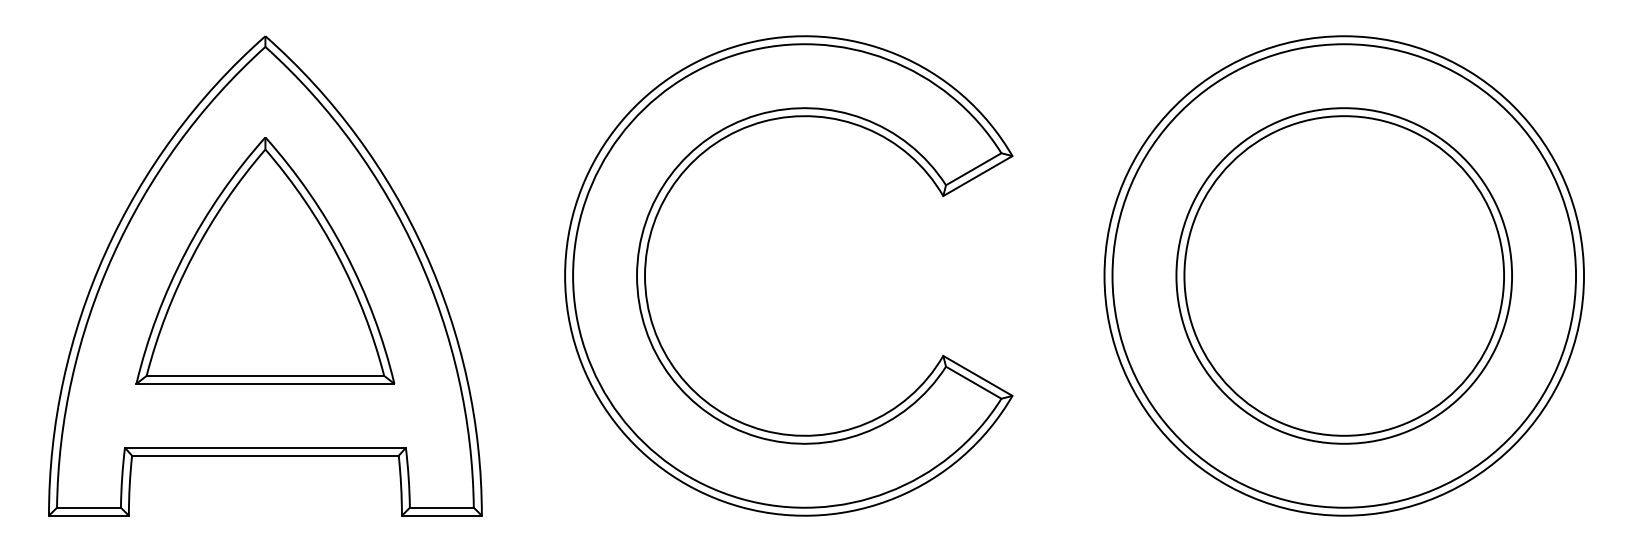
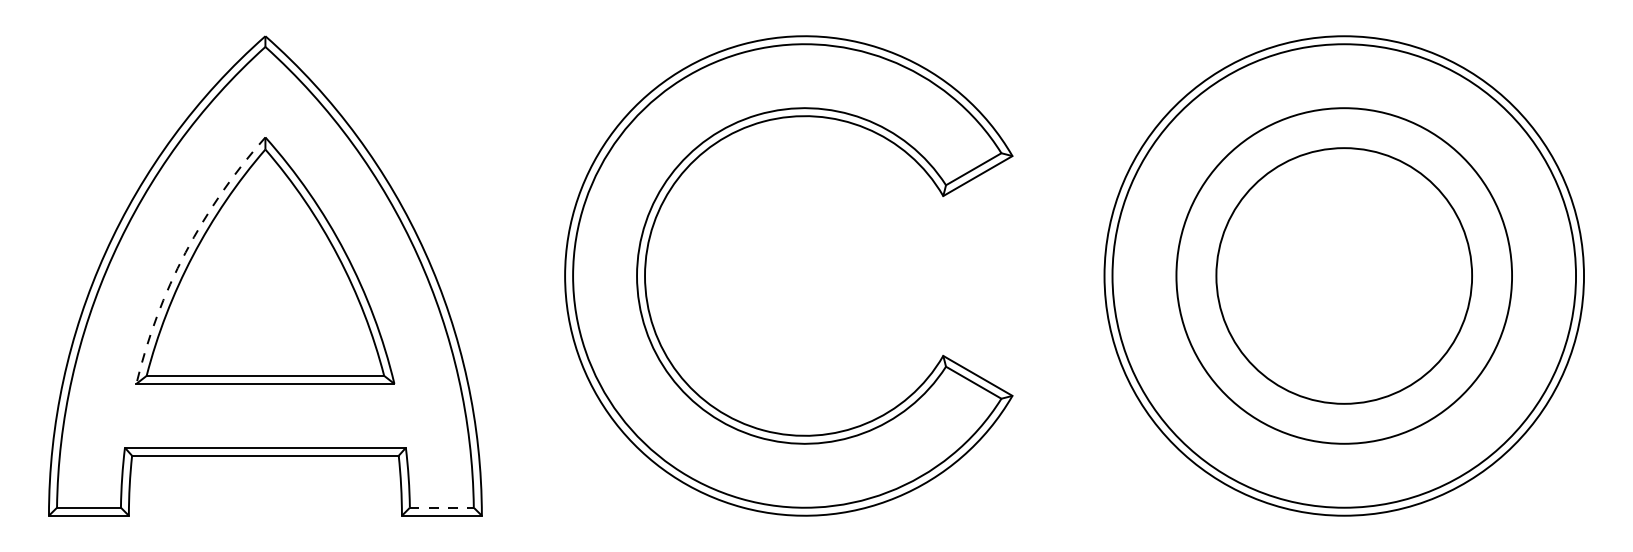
arc at (185, 252): solid -> dashed
circle at (1344, 275) diameter: 320 px -> 256 px
line at (441, 507): solid -> dashed
